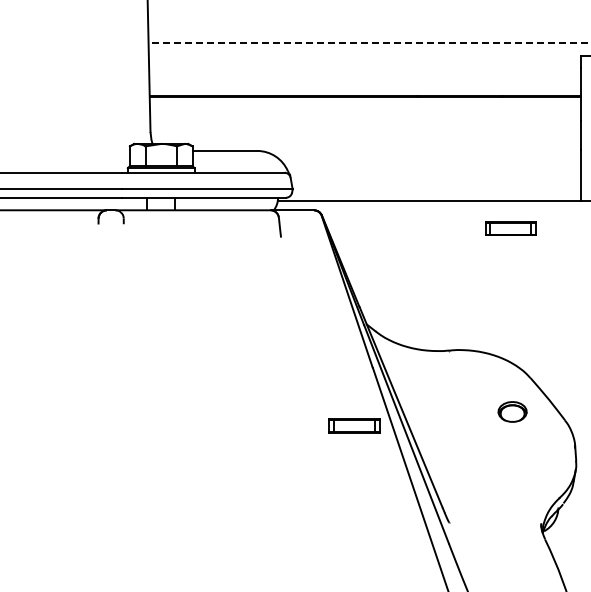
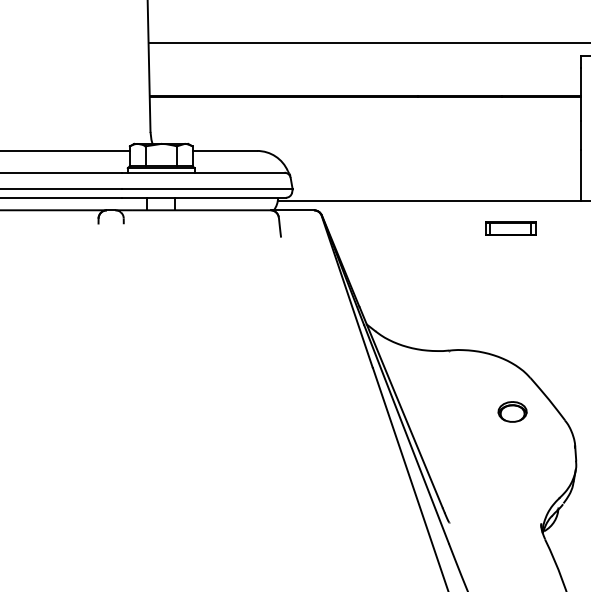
line at (369, 43): dashed -> solid
line at (65, 150): none -> present
part at (354, 425): present -> none
